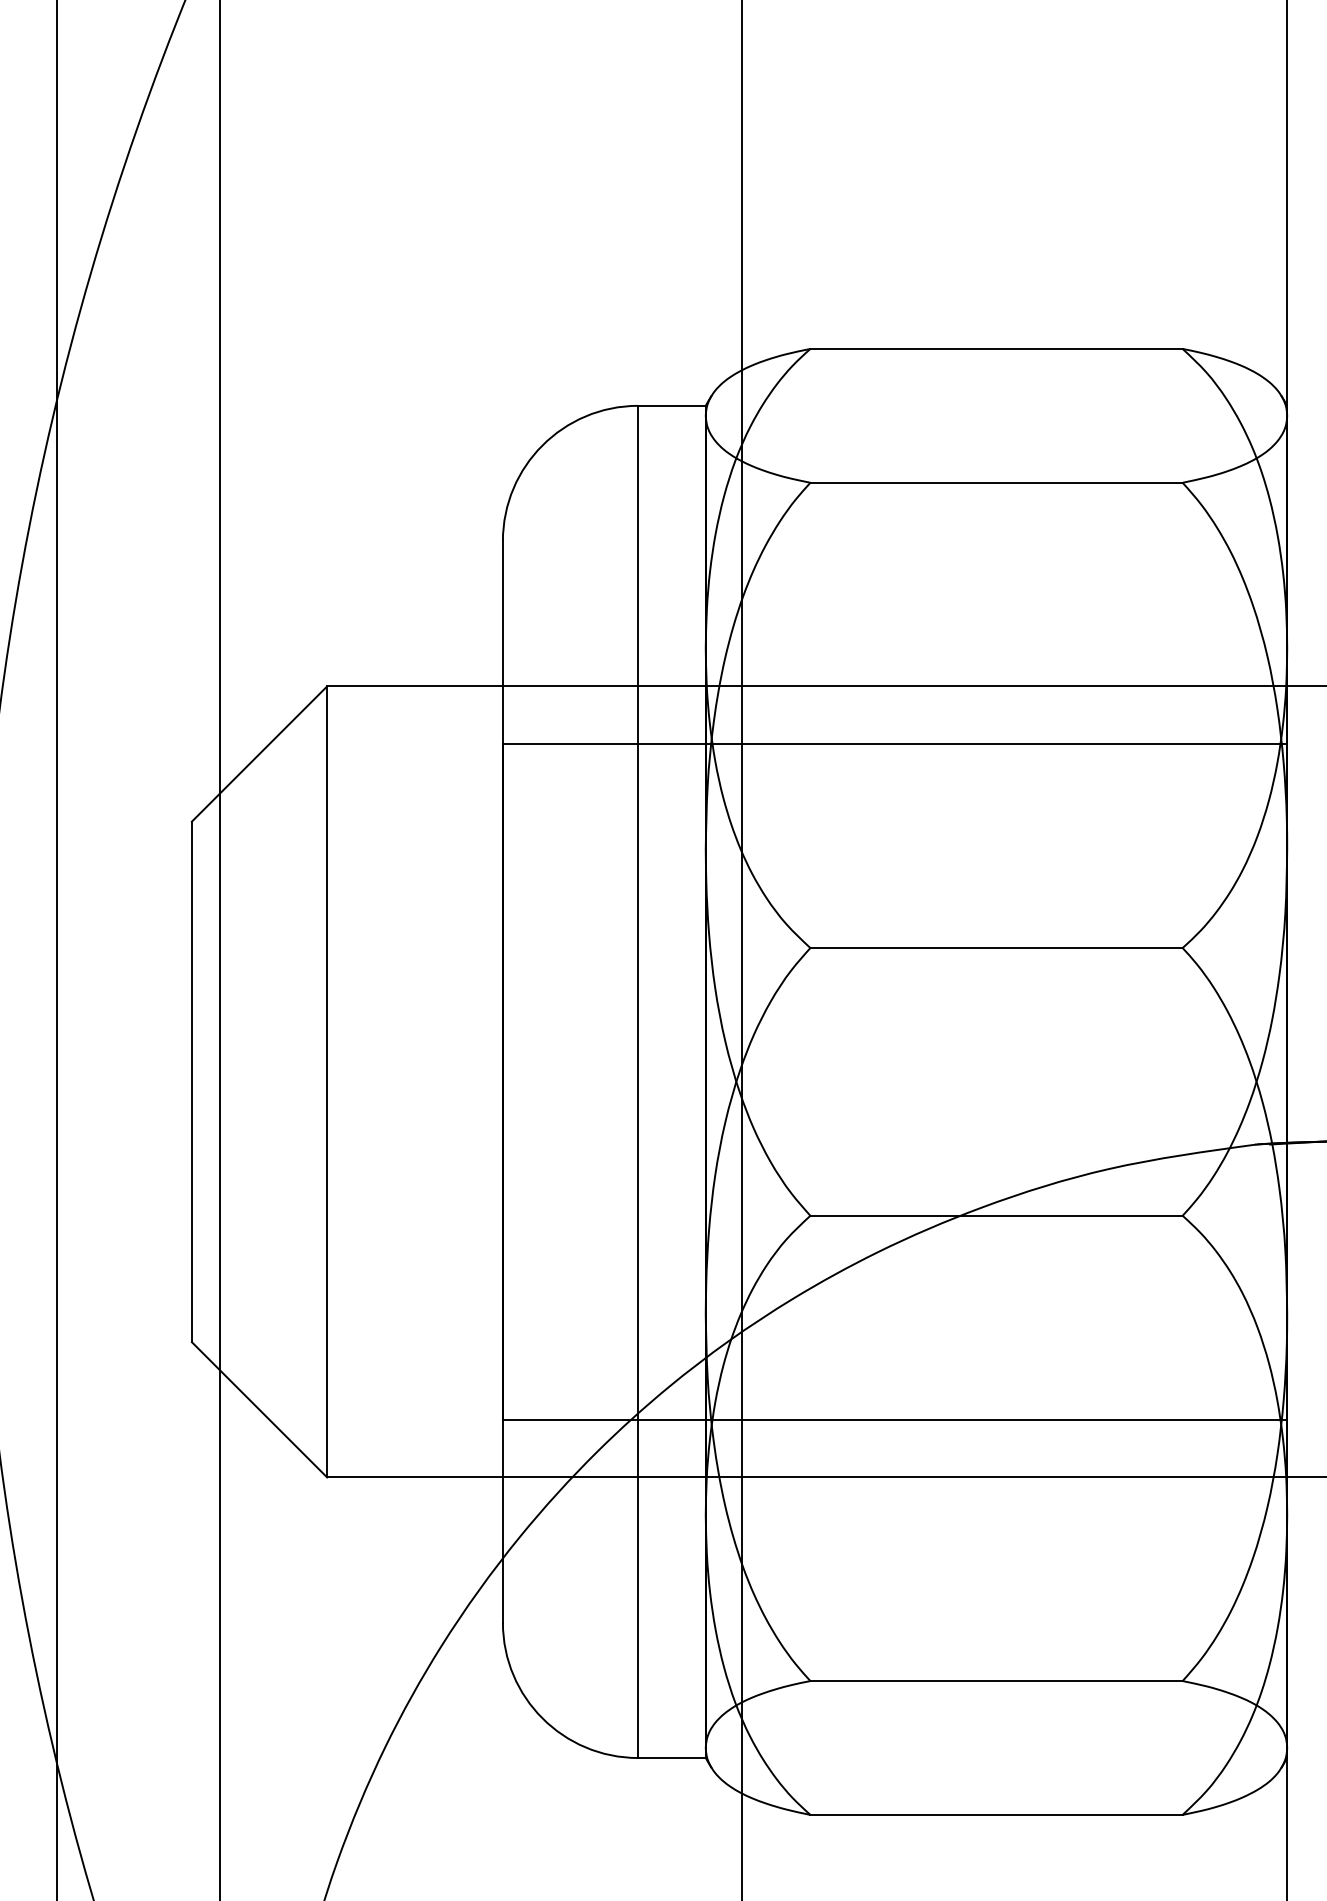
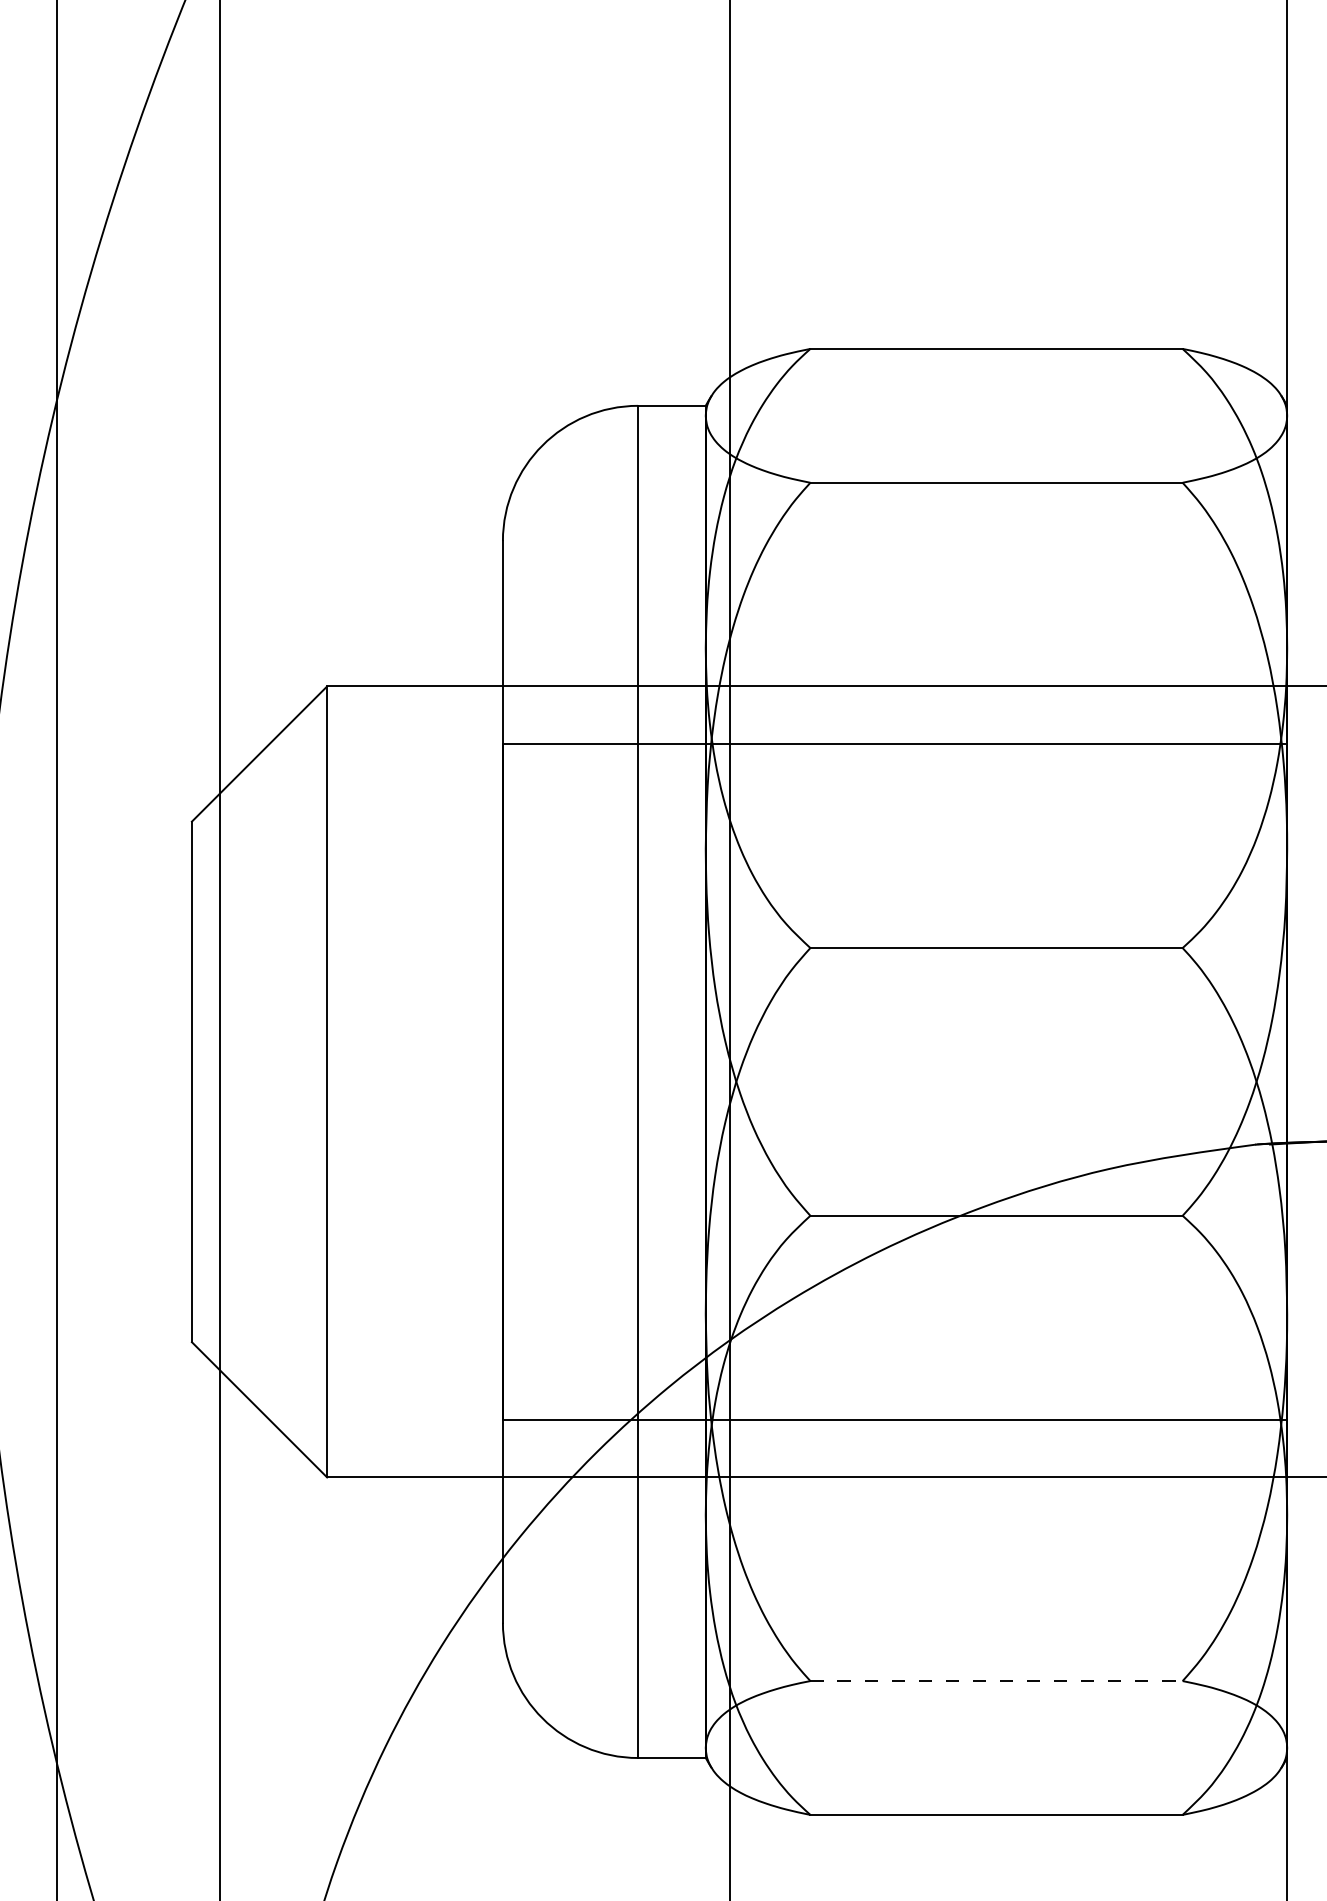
line at (742, 949) position: (742, 949) -> (730, 949)
line at (997, 1681): solid -> dashed
